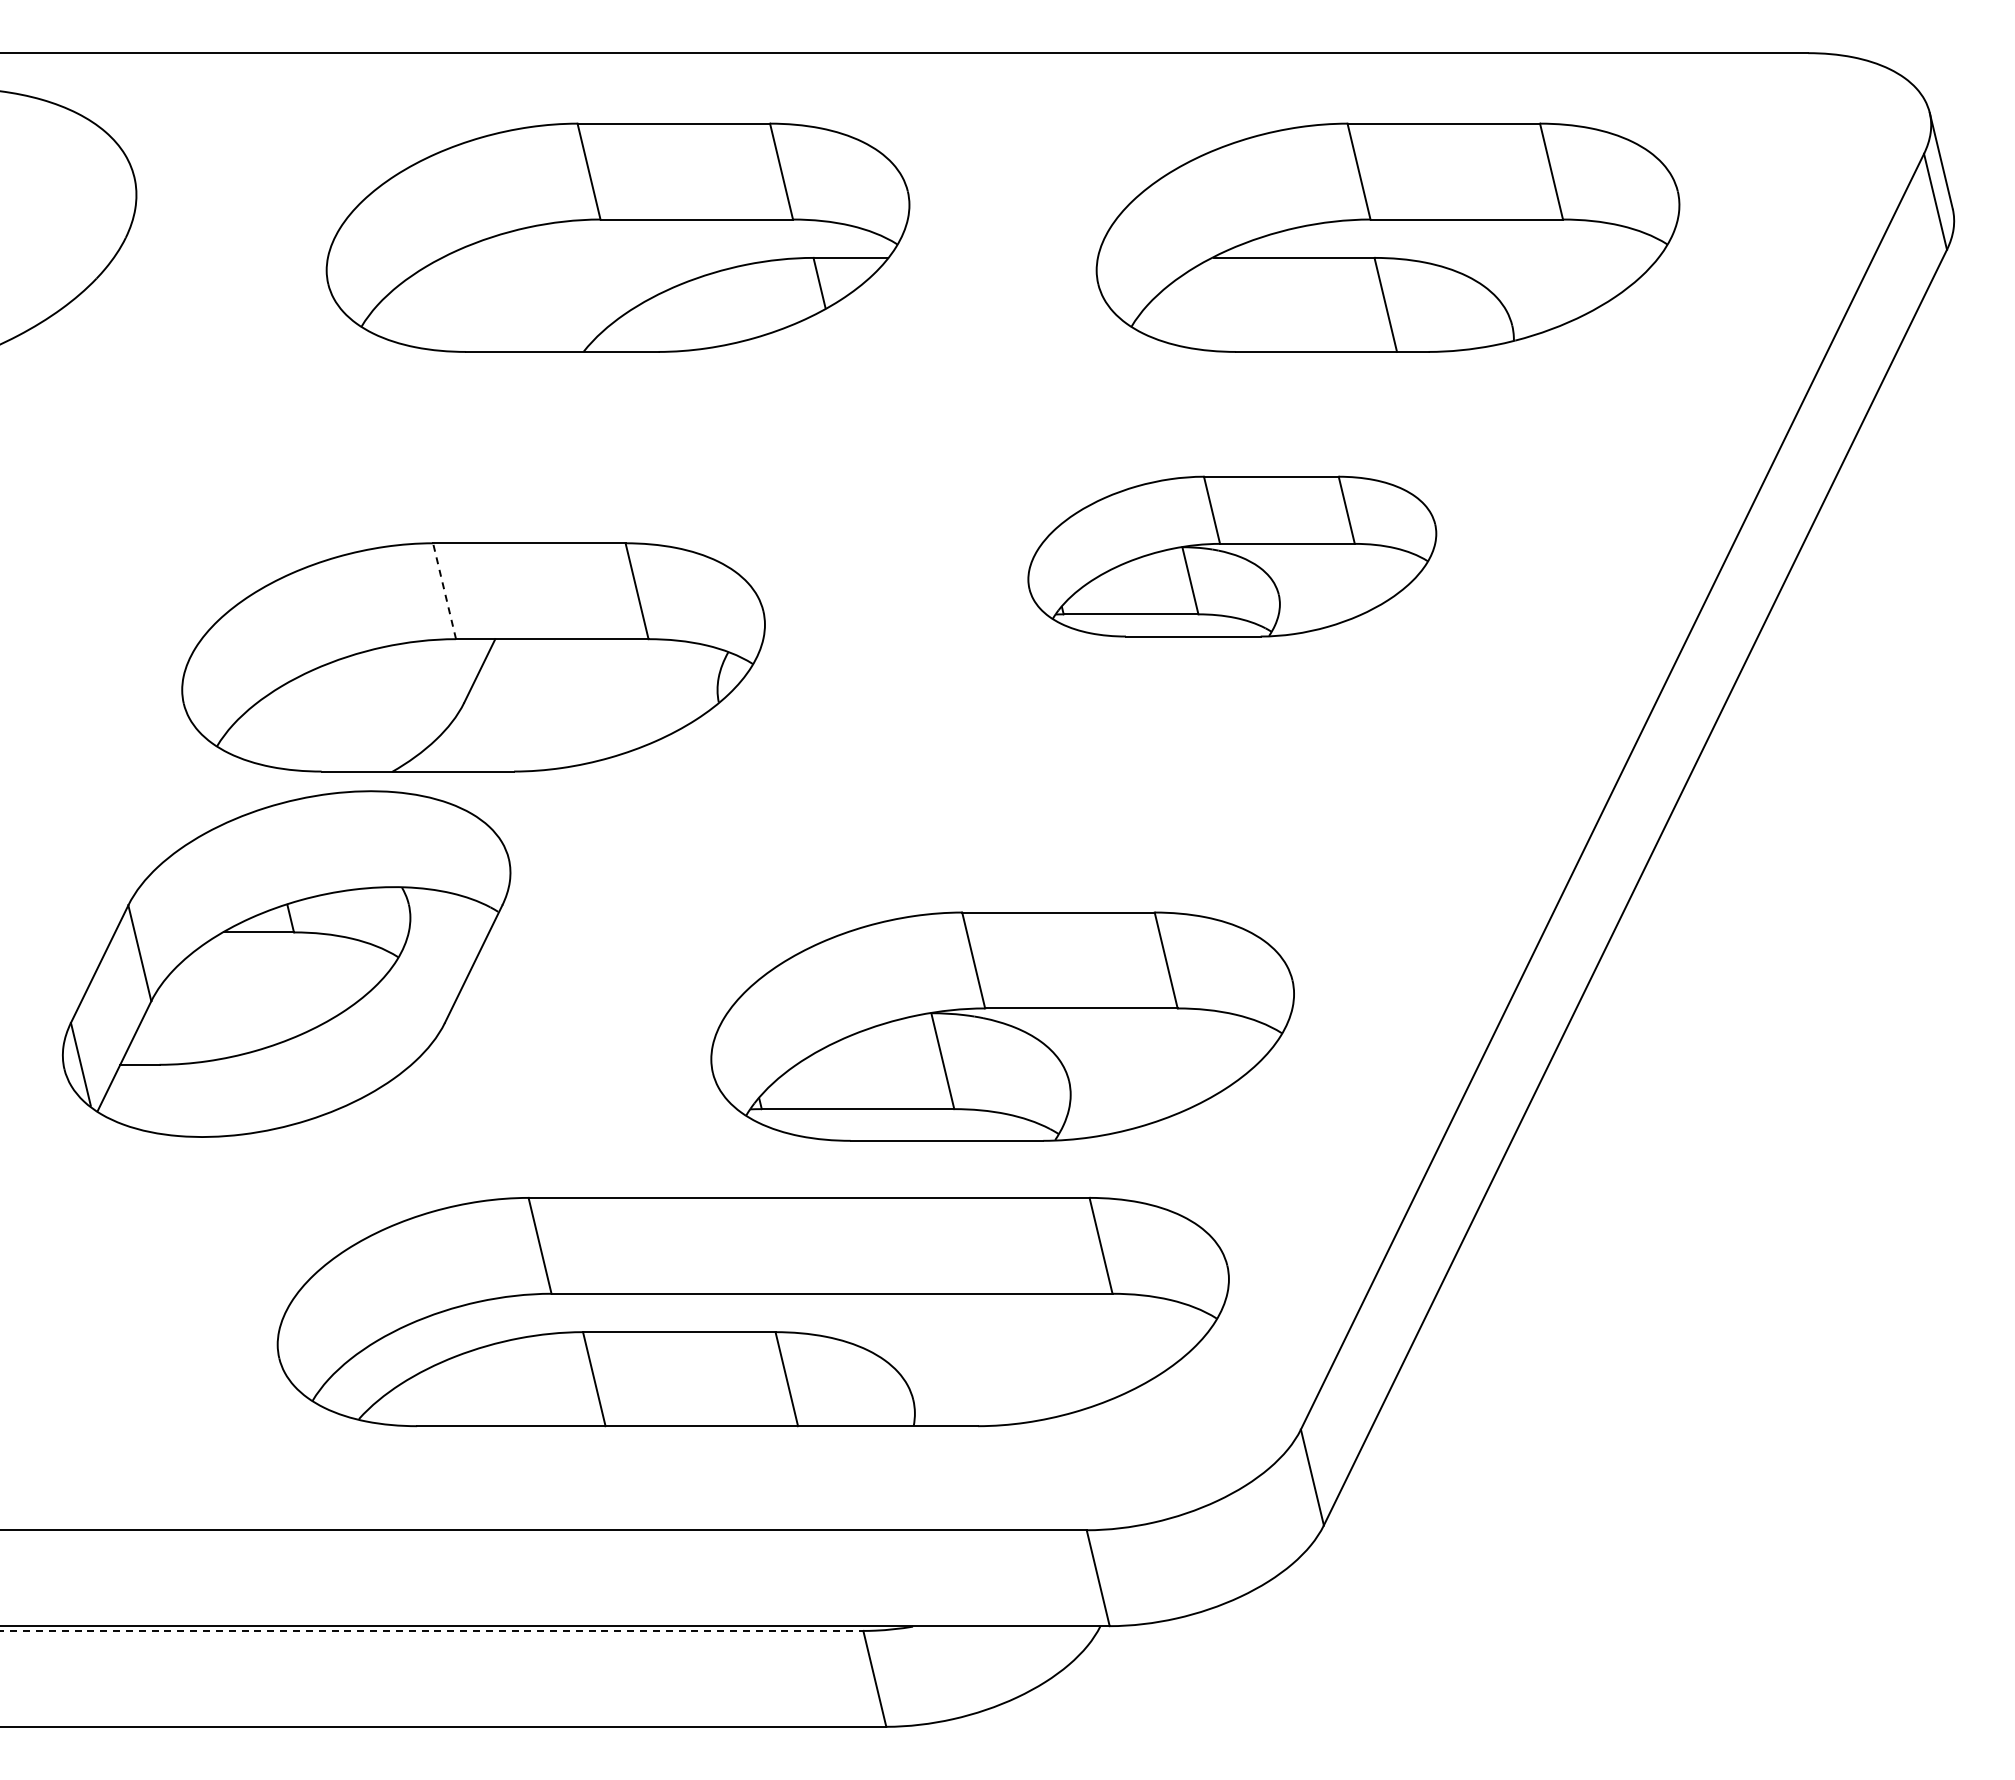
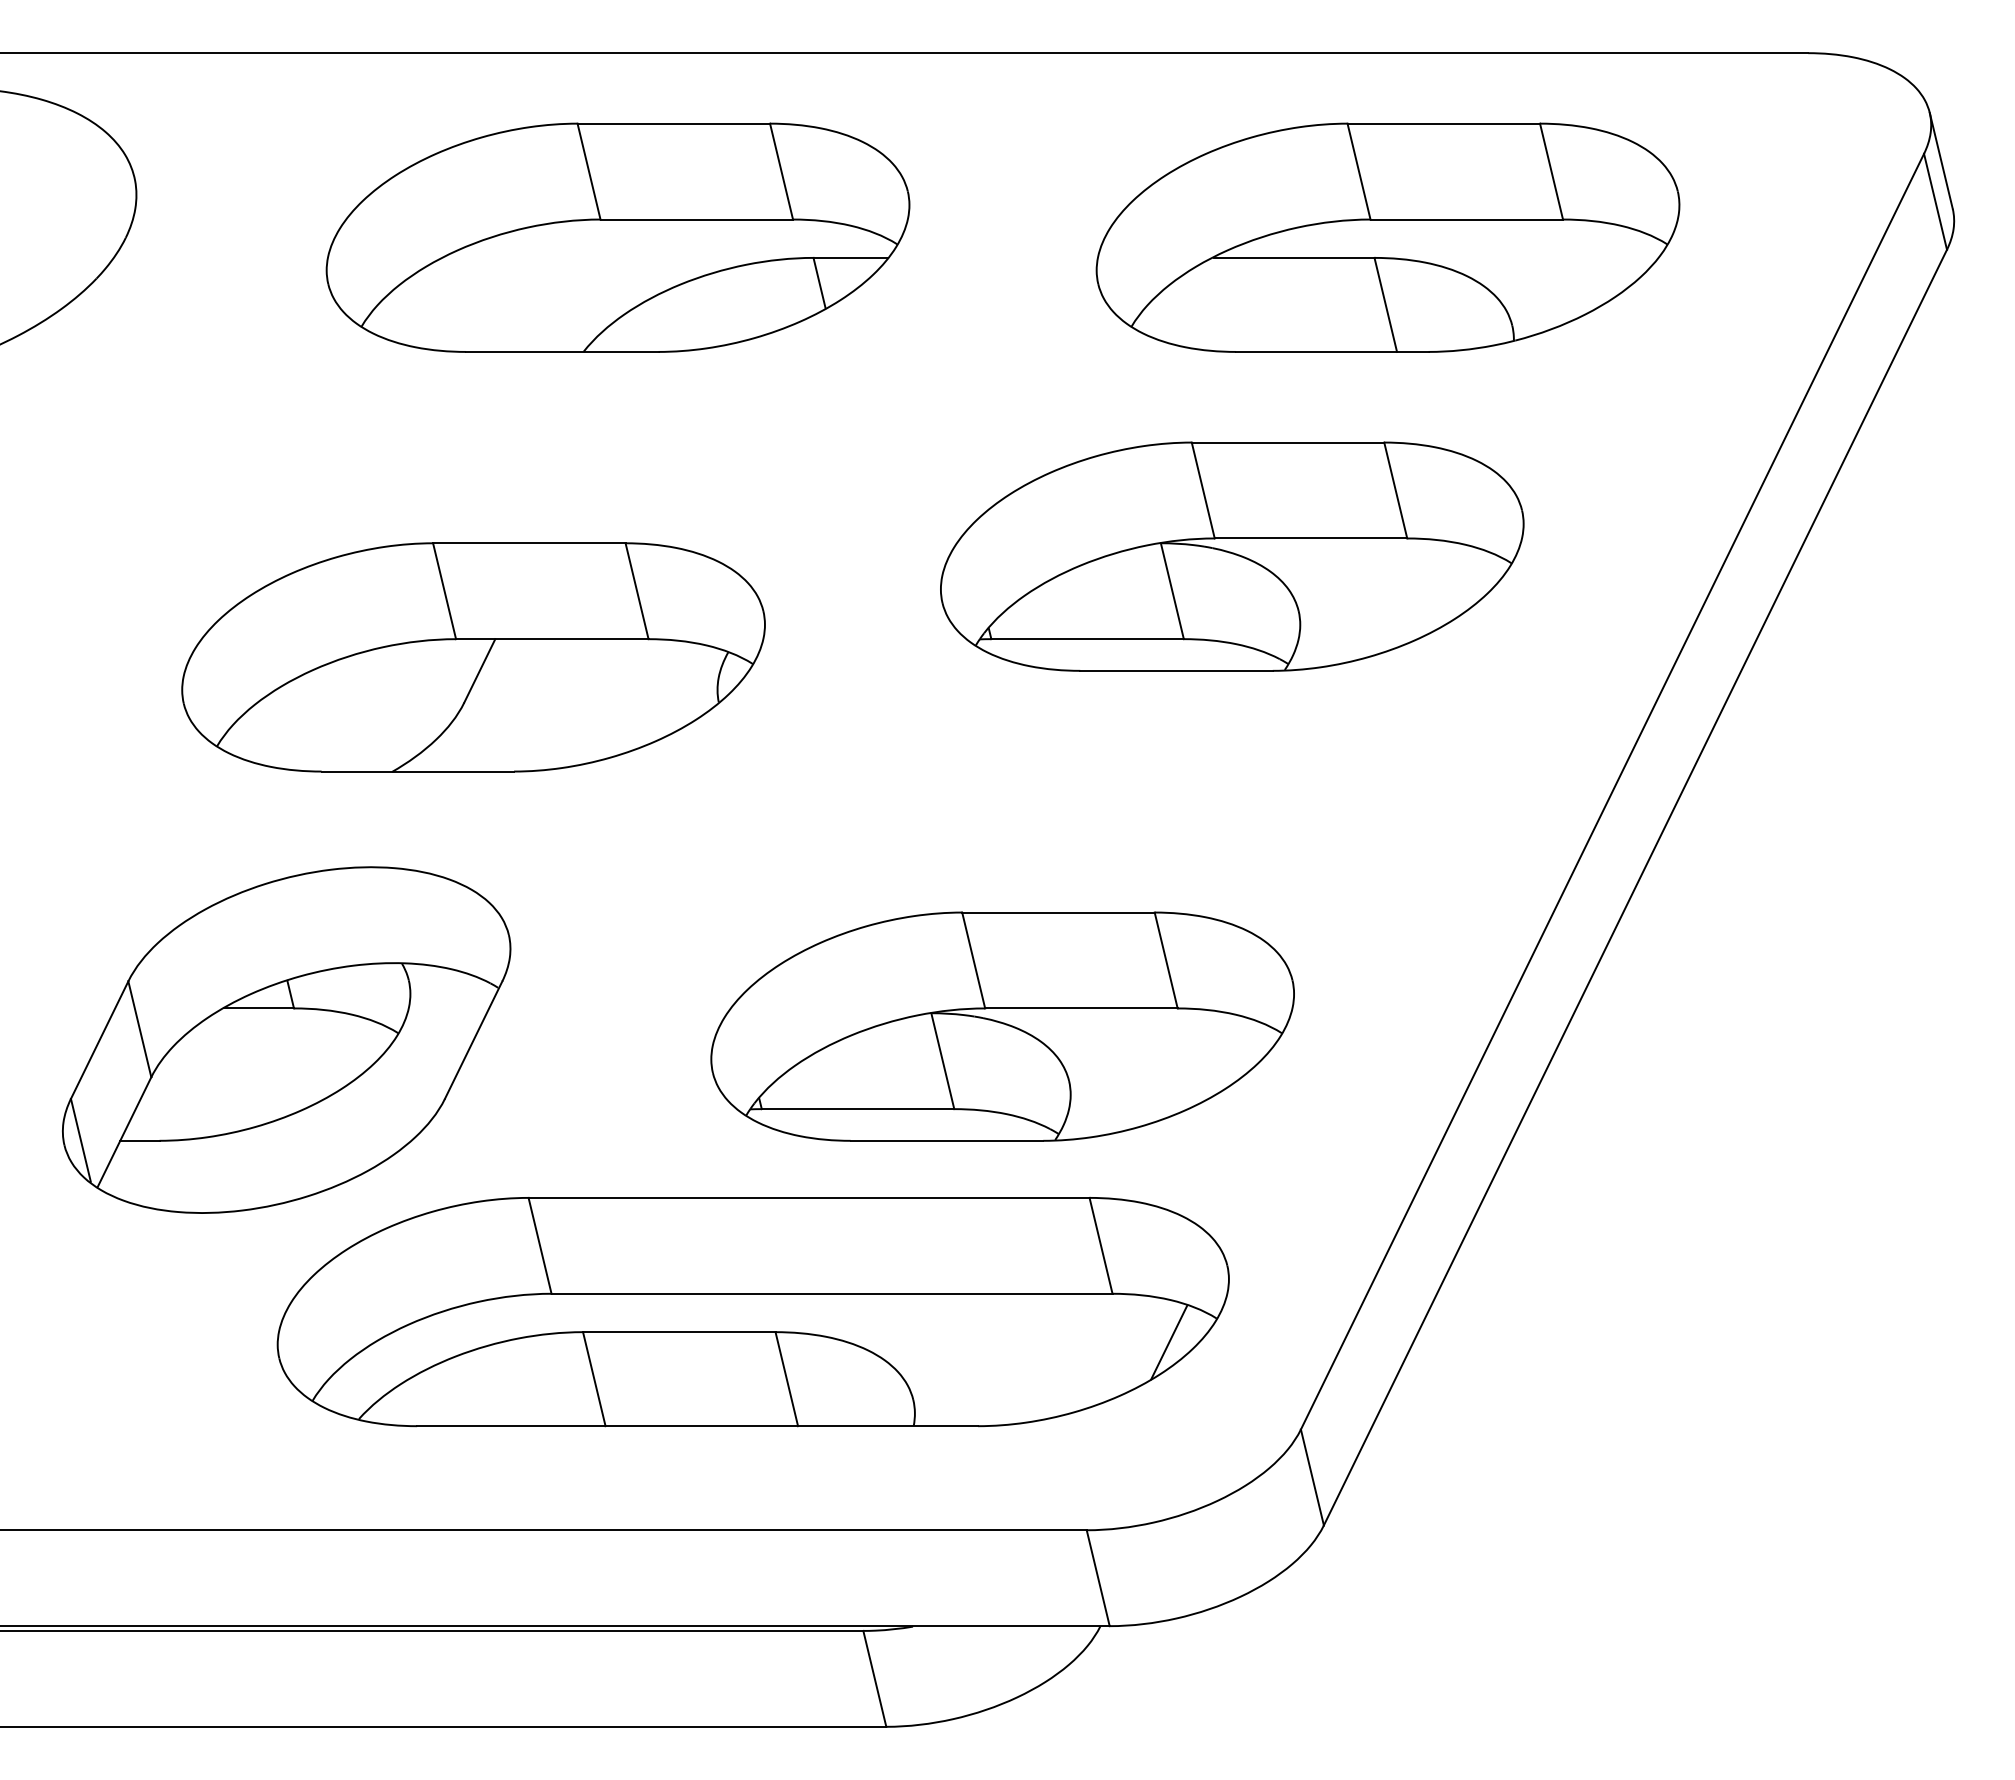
part at (1232, 556) size: 411x163 px -> 585x231 px
line at (444, 590): dashed -> solid
part at (286, 963) position: (286, 963) -> (286, 1039)
line at (1169, 1342): none -> present
line at (432, 1630): dashed -> solid
